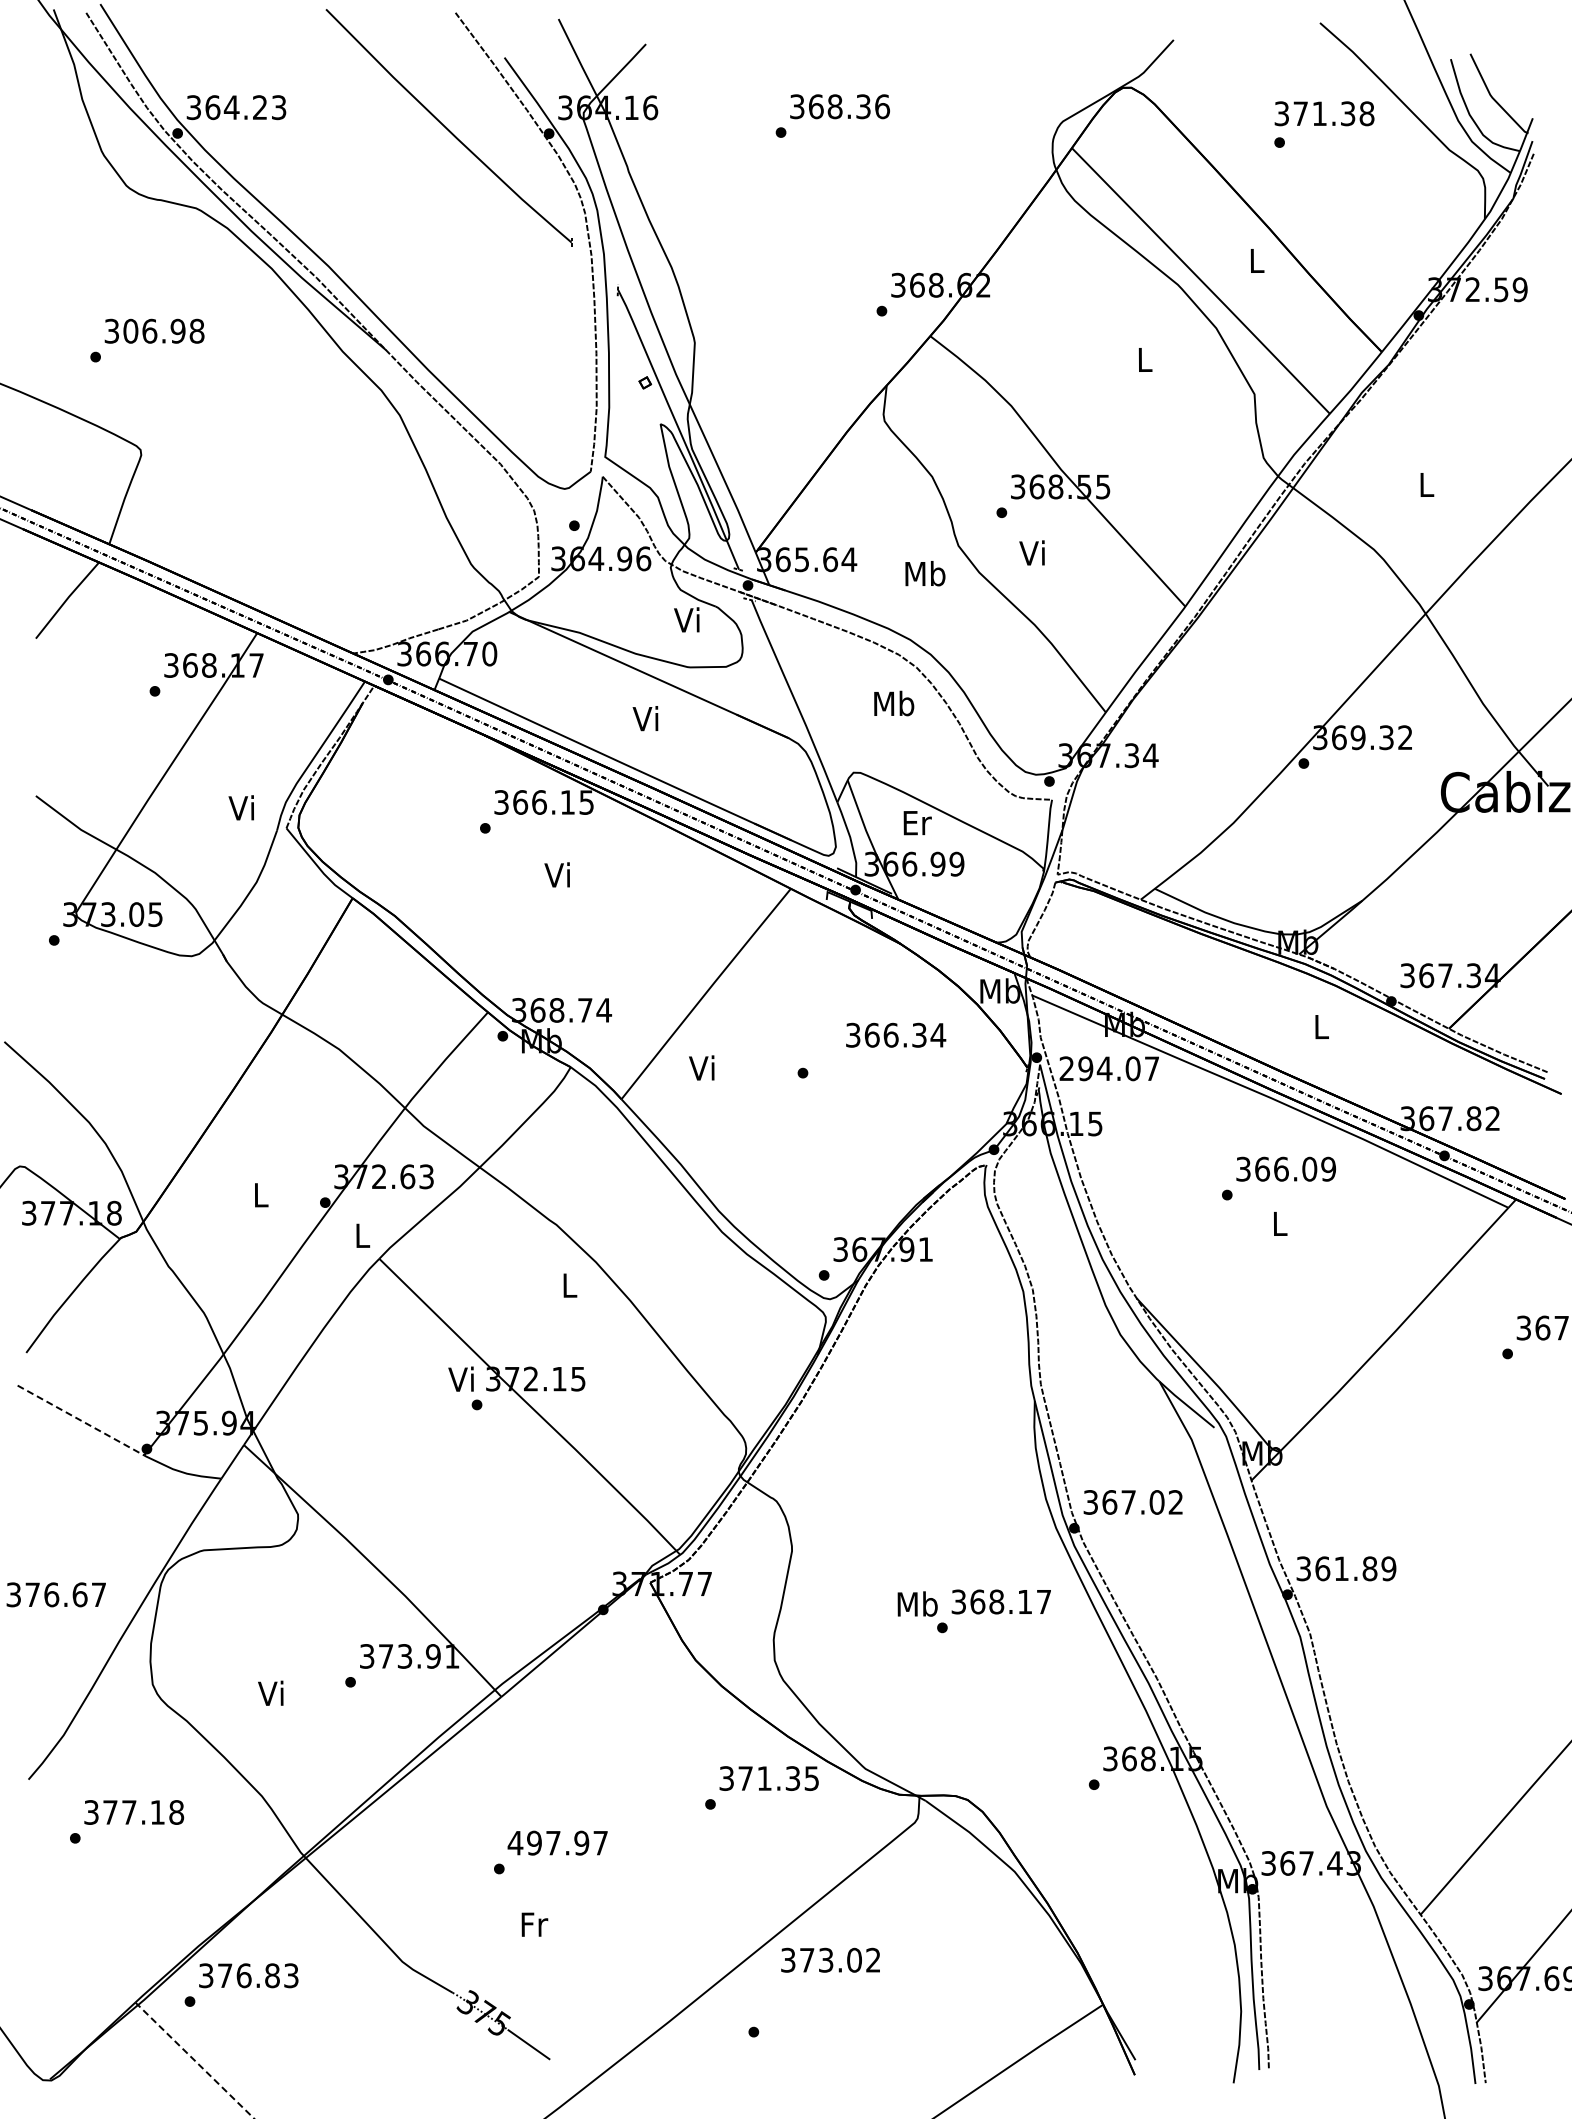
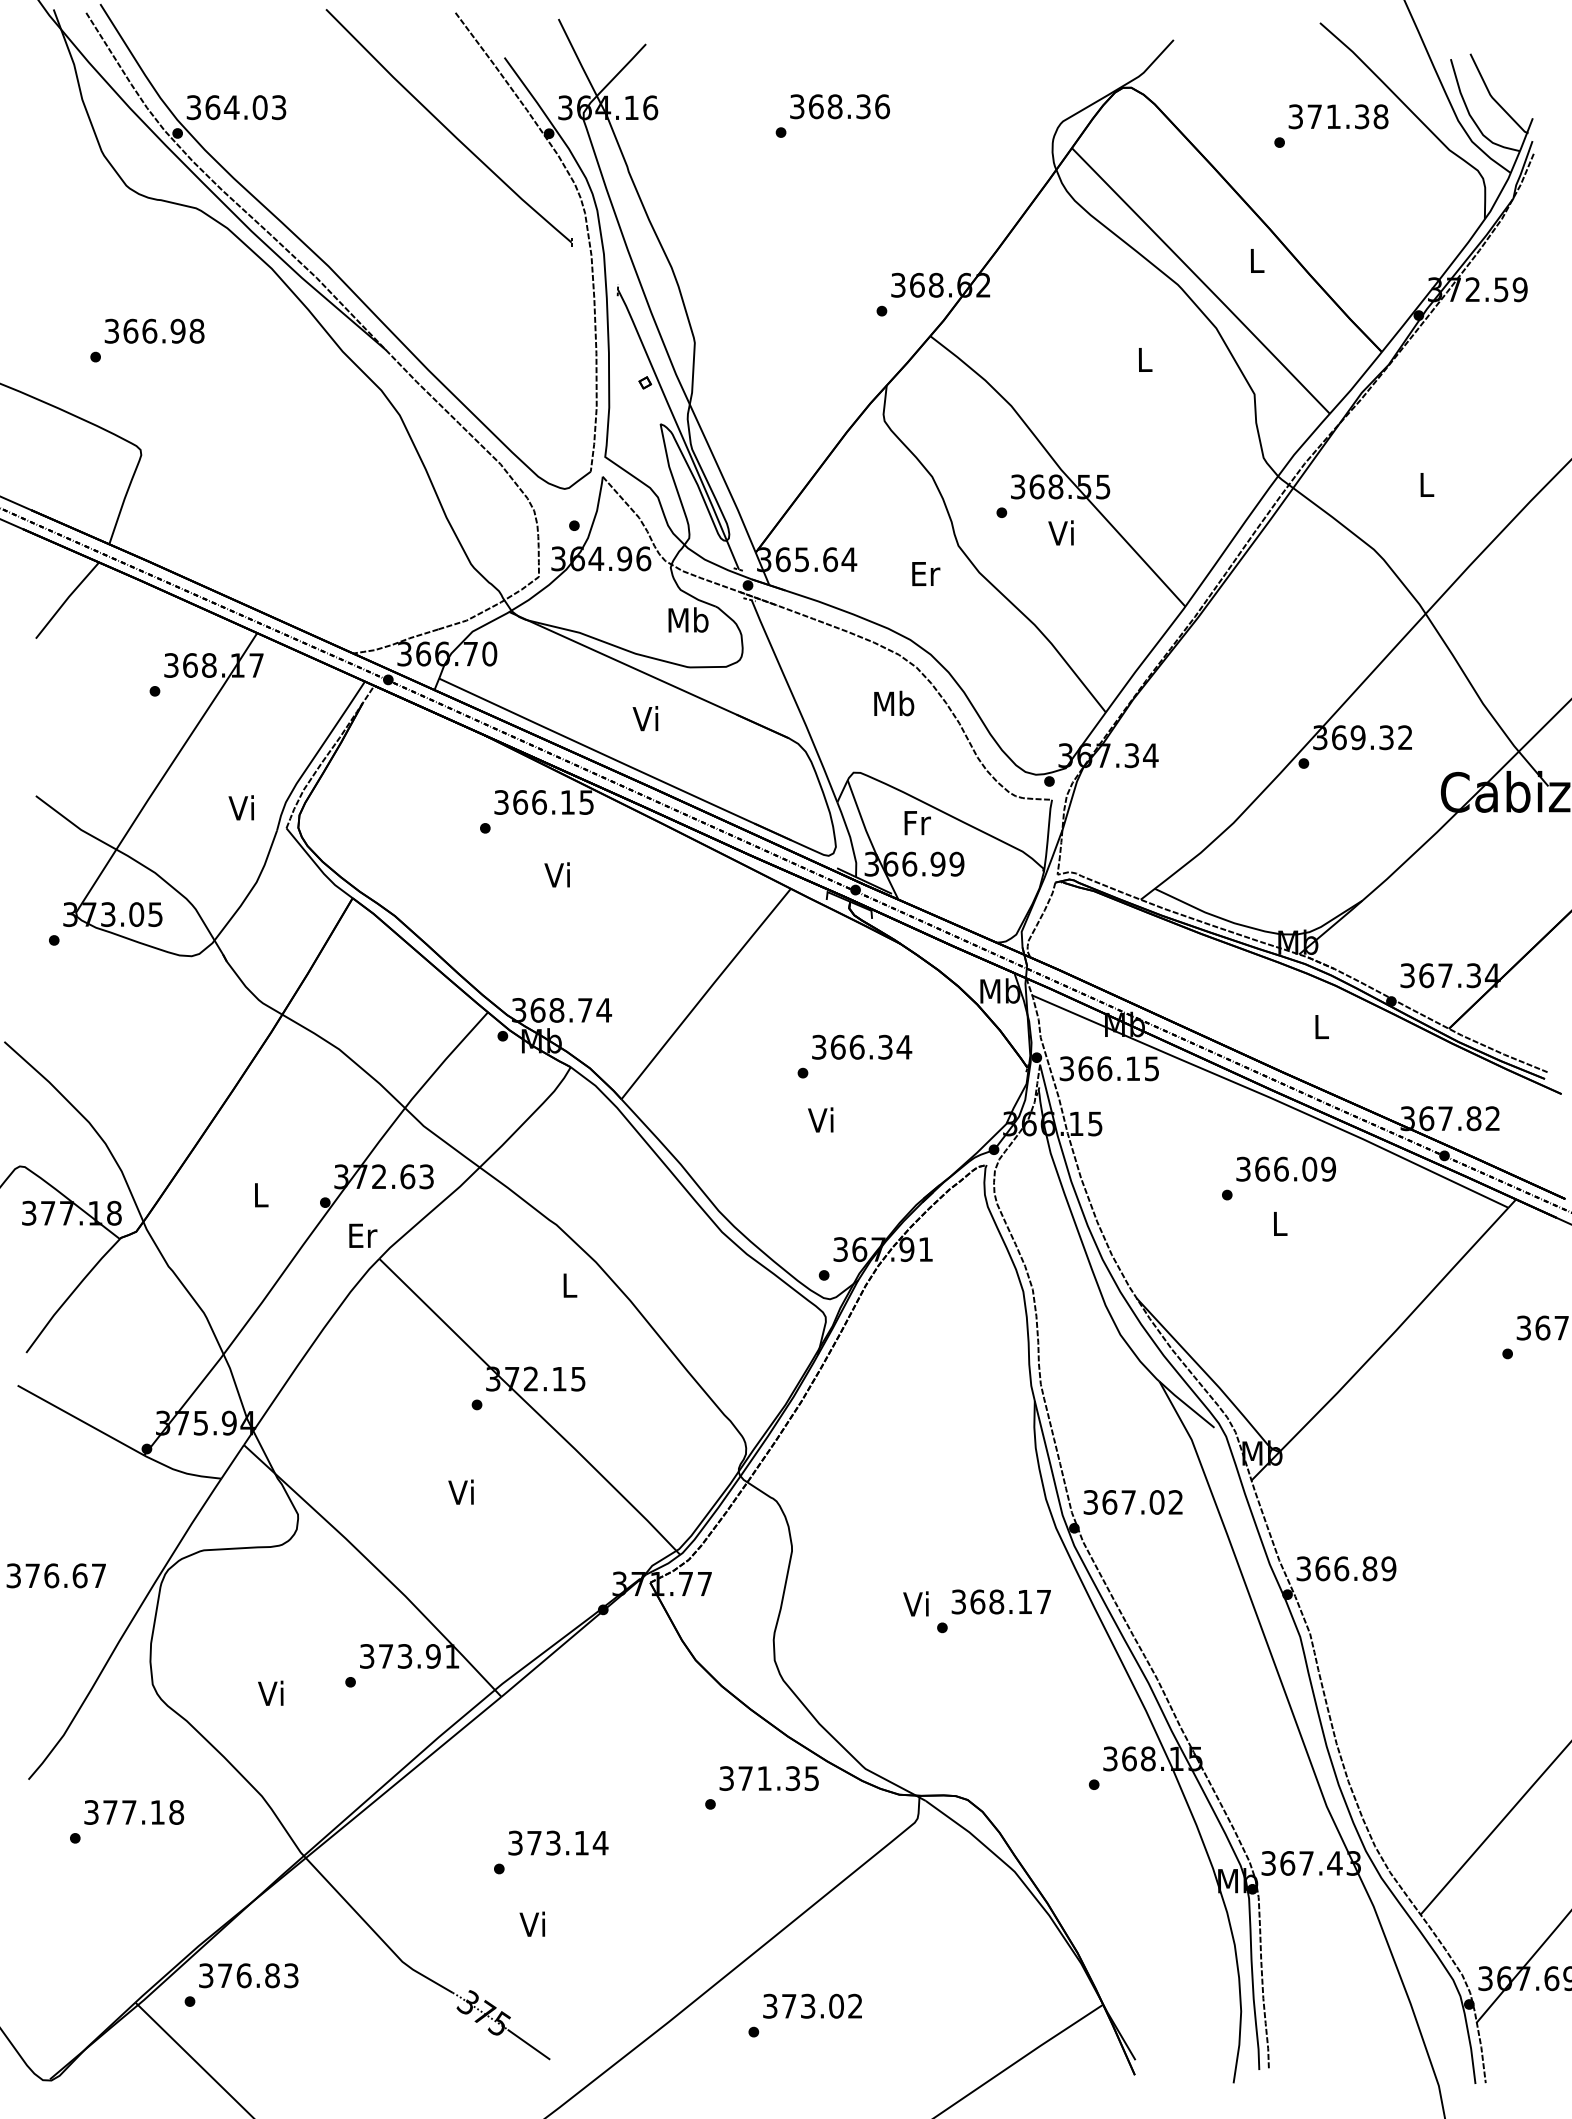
text at (259, 107): 364.23 -> 364.03
text at (1324, 113) position: (1324, 113) -> (1338, 116)
text at (130, 330): 306.98 -> 366.98
text at (1031, 552) position: (1031, 552) -> (1060, 532)
text at (925, 573): Mb -> Er
text at (688, 619): Vi -> Mb
text at (917, 823): Er -> Fr
text at (896, 1034) position: (896, 1034) -> (862, 1046)
text at (701, 1067) position: (701, 1067) -> (820, 1119)
text at (1108, 1068): 294.07 -> 366.15
text at (363, 1235): L -> Er
text at (460, 1378) position: (460, 1378) -> (460, 1491)
line at (81, 1421): dashed -> solid
text at (1341, 1568): 361.89 -> 366.89
text at (55, 1594) position: (55, 1594) -> (55, 1575)
text at (917, 1603): Mb -> Vi
text at (557, 1842): 497.97 -> 373.14
text at (533, 1923): Fr -> Vi
text at (830, 1959) position: (830, 1959) -> (812, 2005)
line at (195, 2061): dashed -> solid
